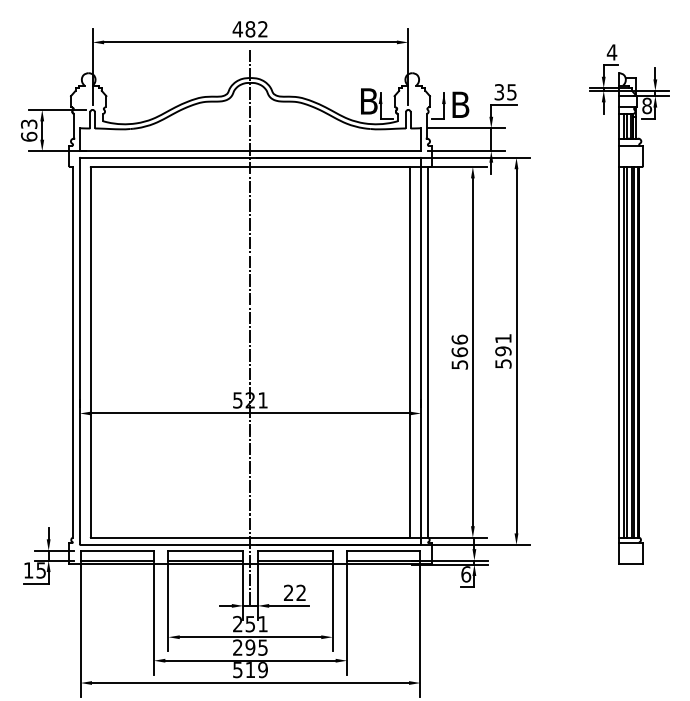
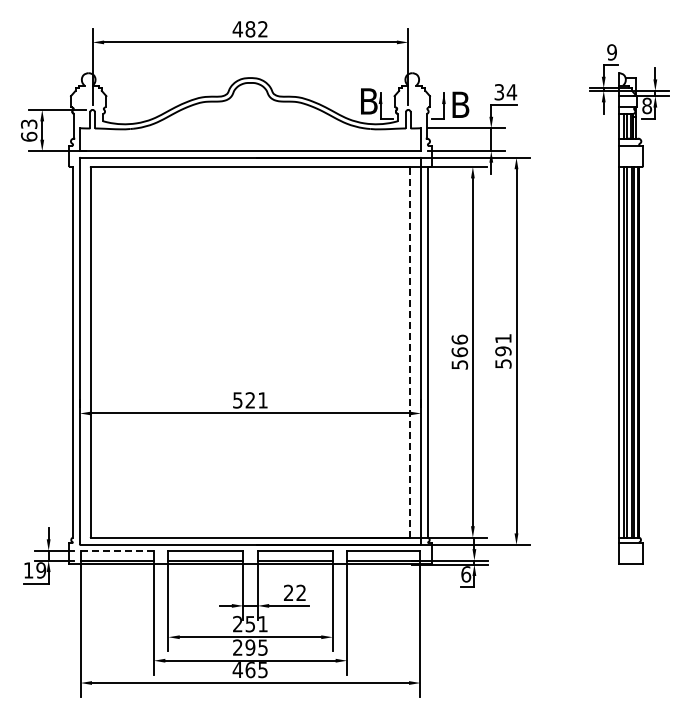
text at (611, 52): 4 -> 9
text at (511, 92): 35 -> 34
line at (250, 327): present -> none
line at (410, 352): solid -> dashed
line at (117, 550): solid -> dashed
text at (41, 570): 15 -> 19
text at (249, 670): 519 -> 465
